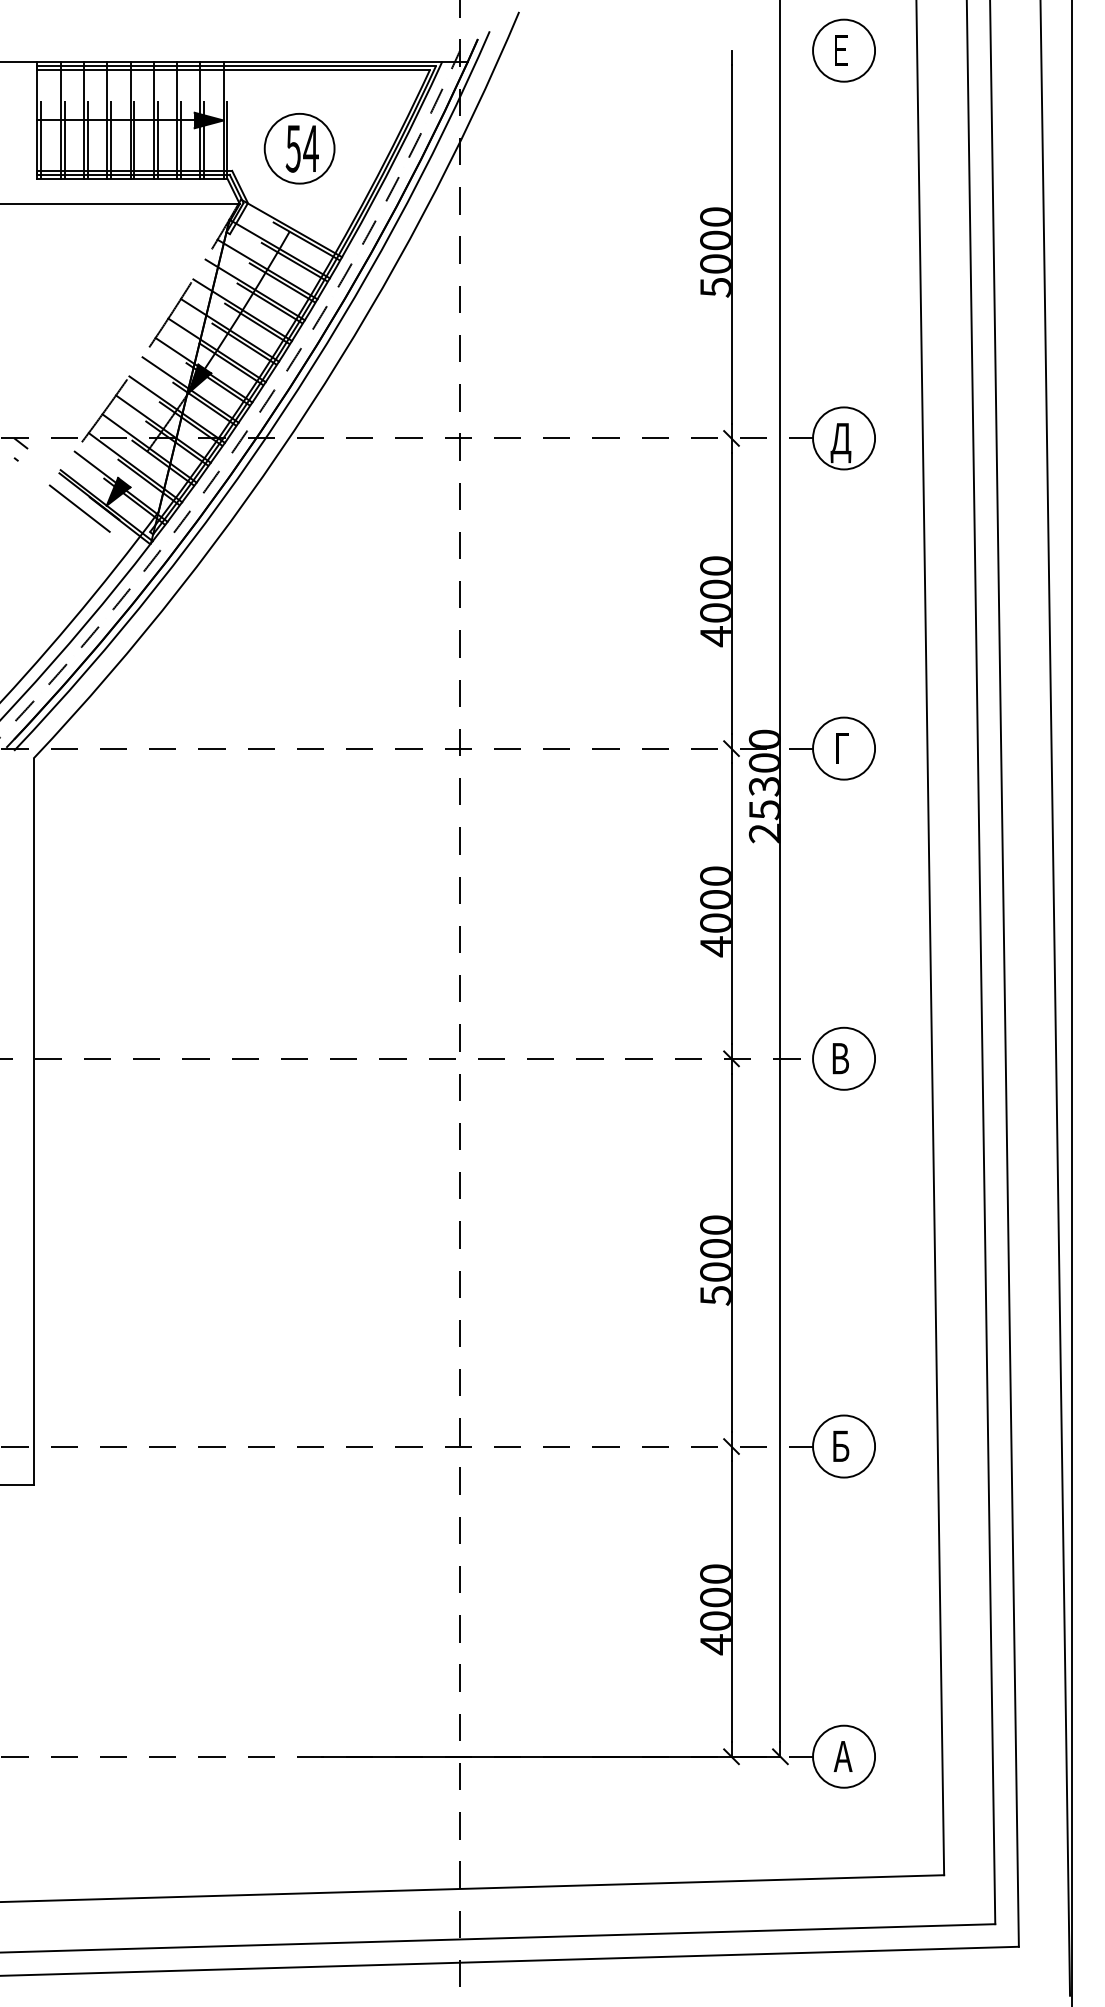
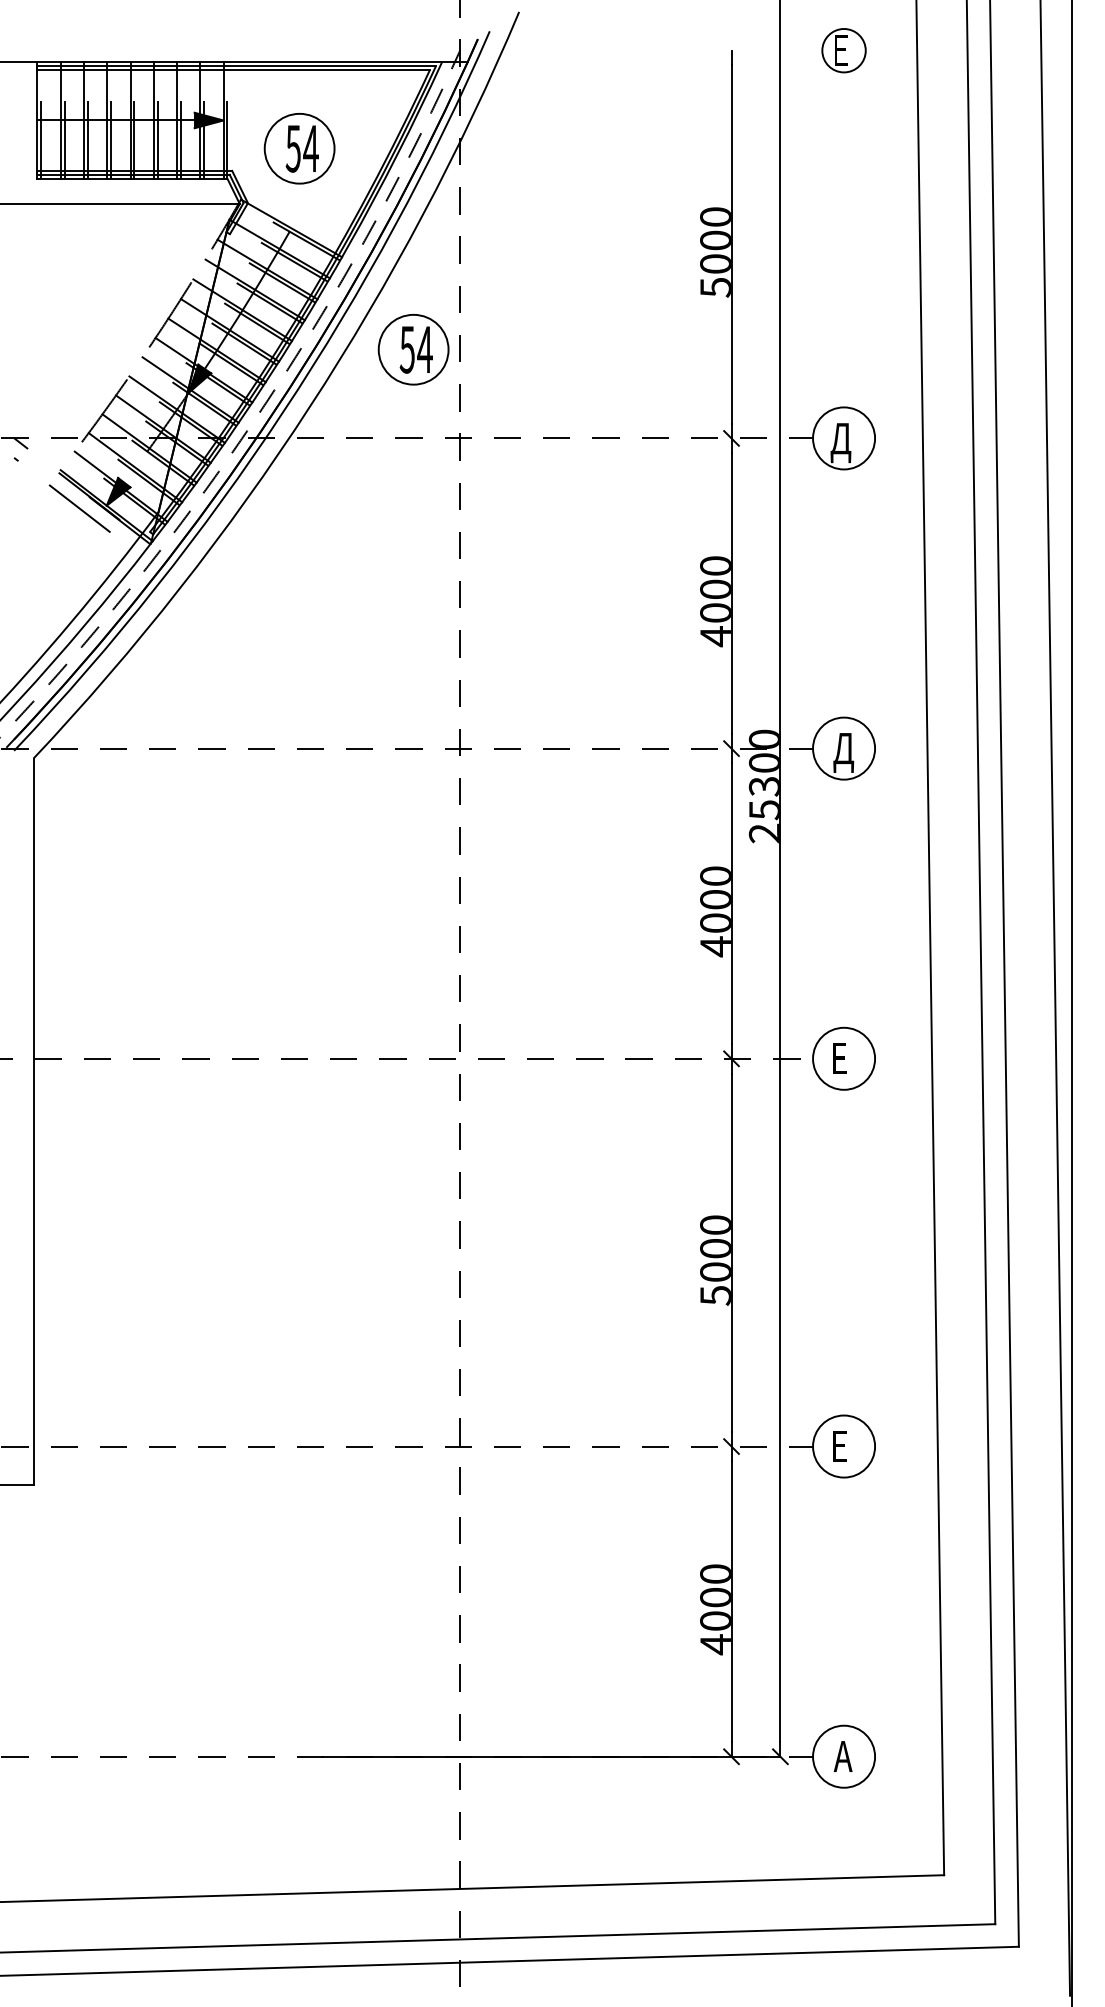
circle at (844, 50) diameter: 62 px -> 43 px
part at (413, 349): none -> present
text at (843, 752): Г -> Д
text at (840, 1058): В -> Е
text at (841, 1445): Б -> Е
